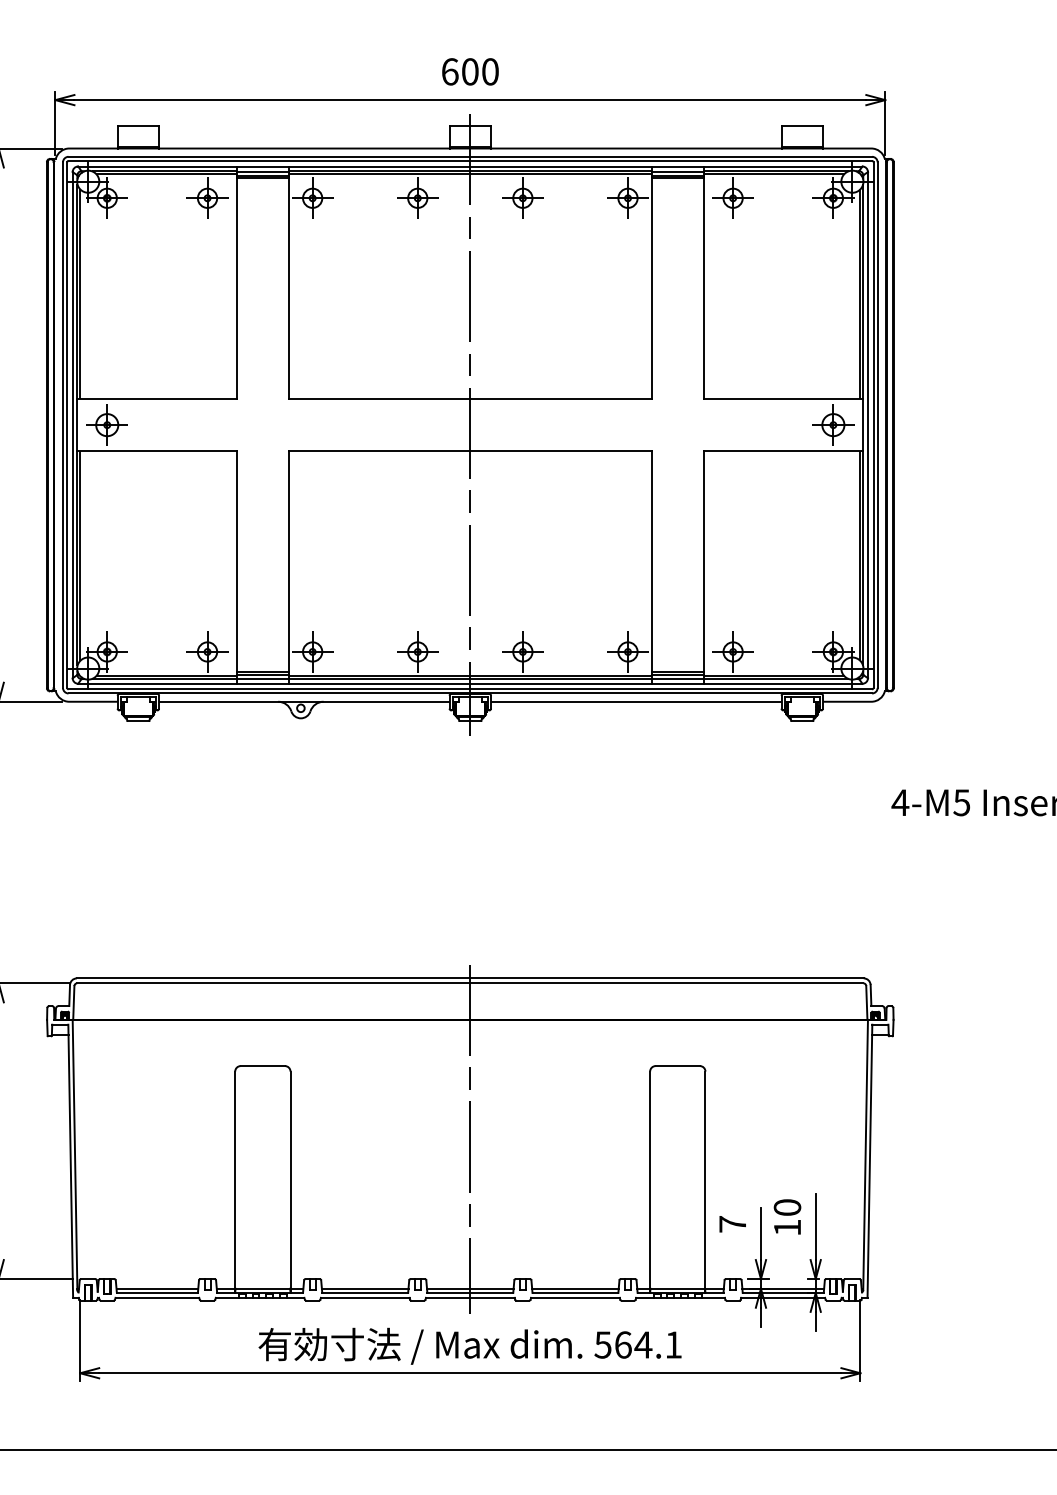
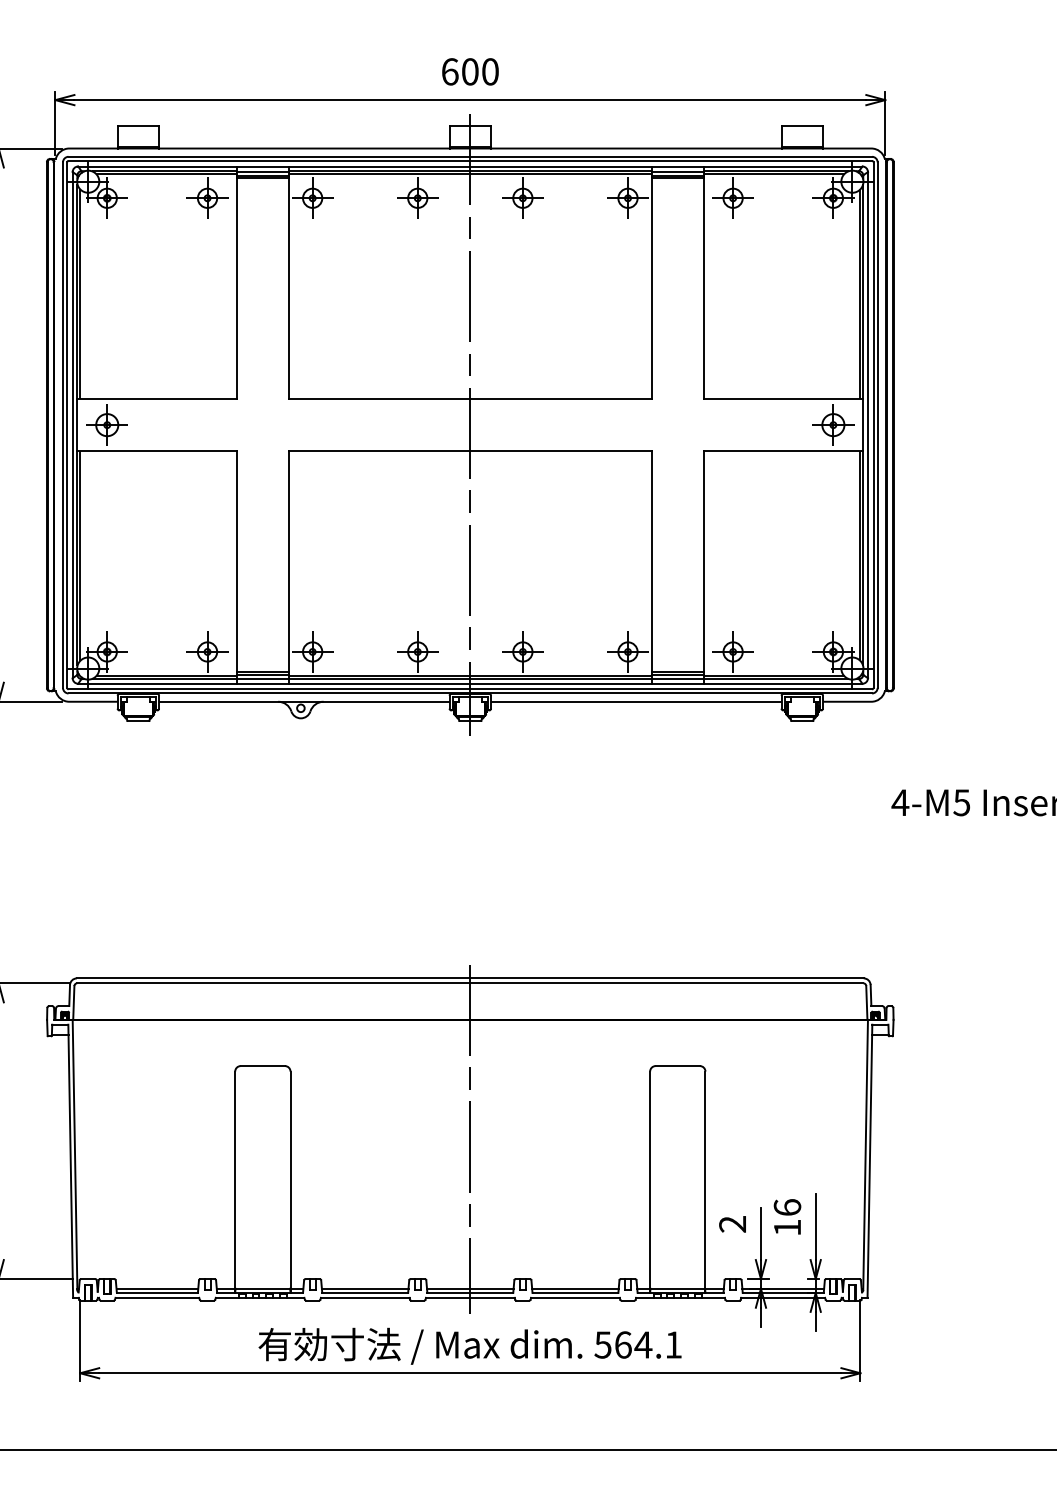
text at (787, 1207): 10 -> 16
text at (732, 1224): 7 -> 2
